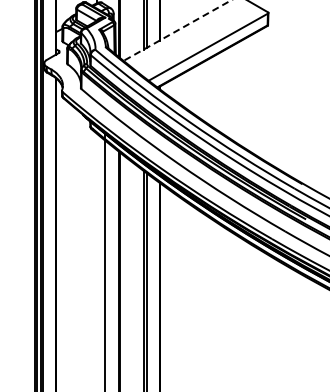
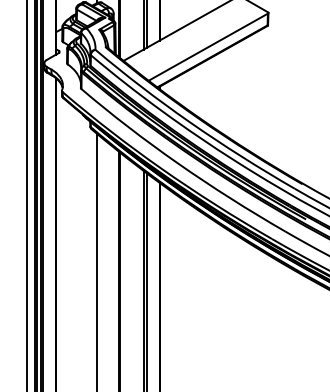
line at (177, 30): dashed -> solid
line at (26, 195): none -> present
line at (104, 260) position: (104, 260) -> (96, 260)
